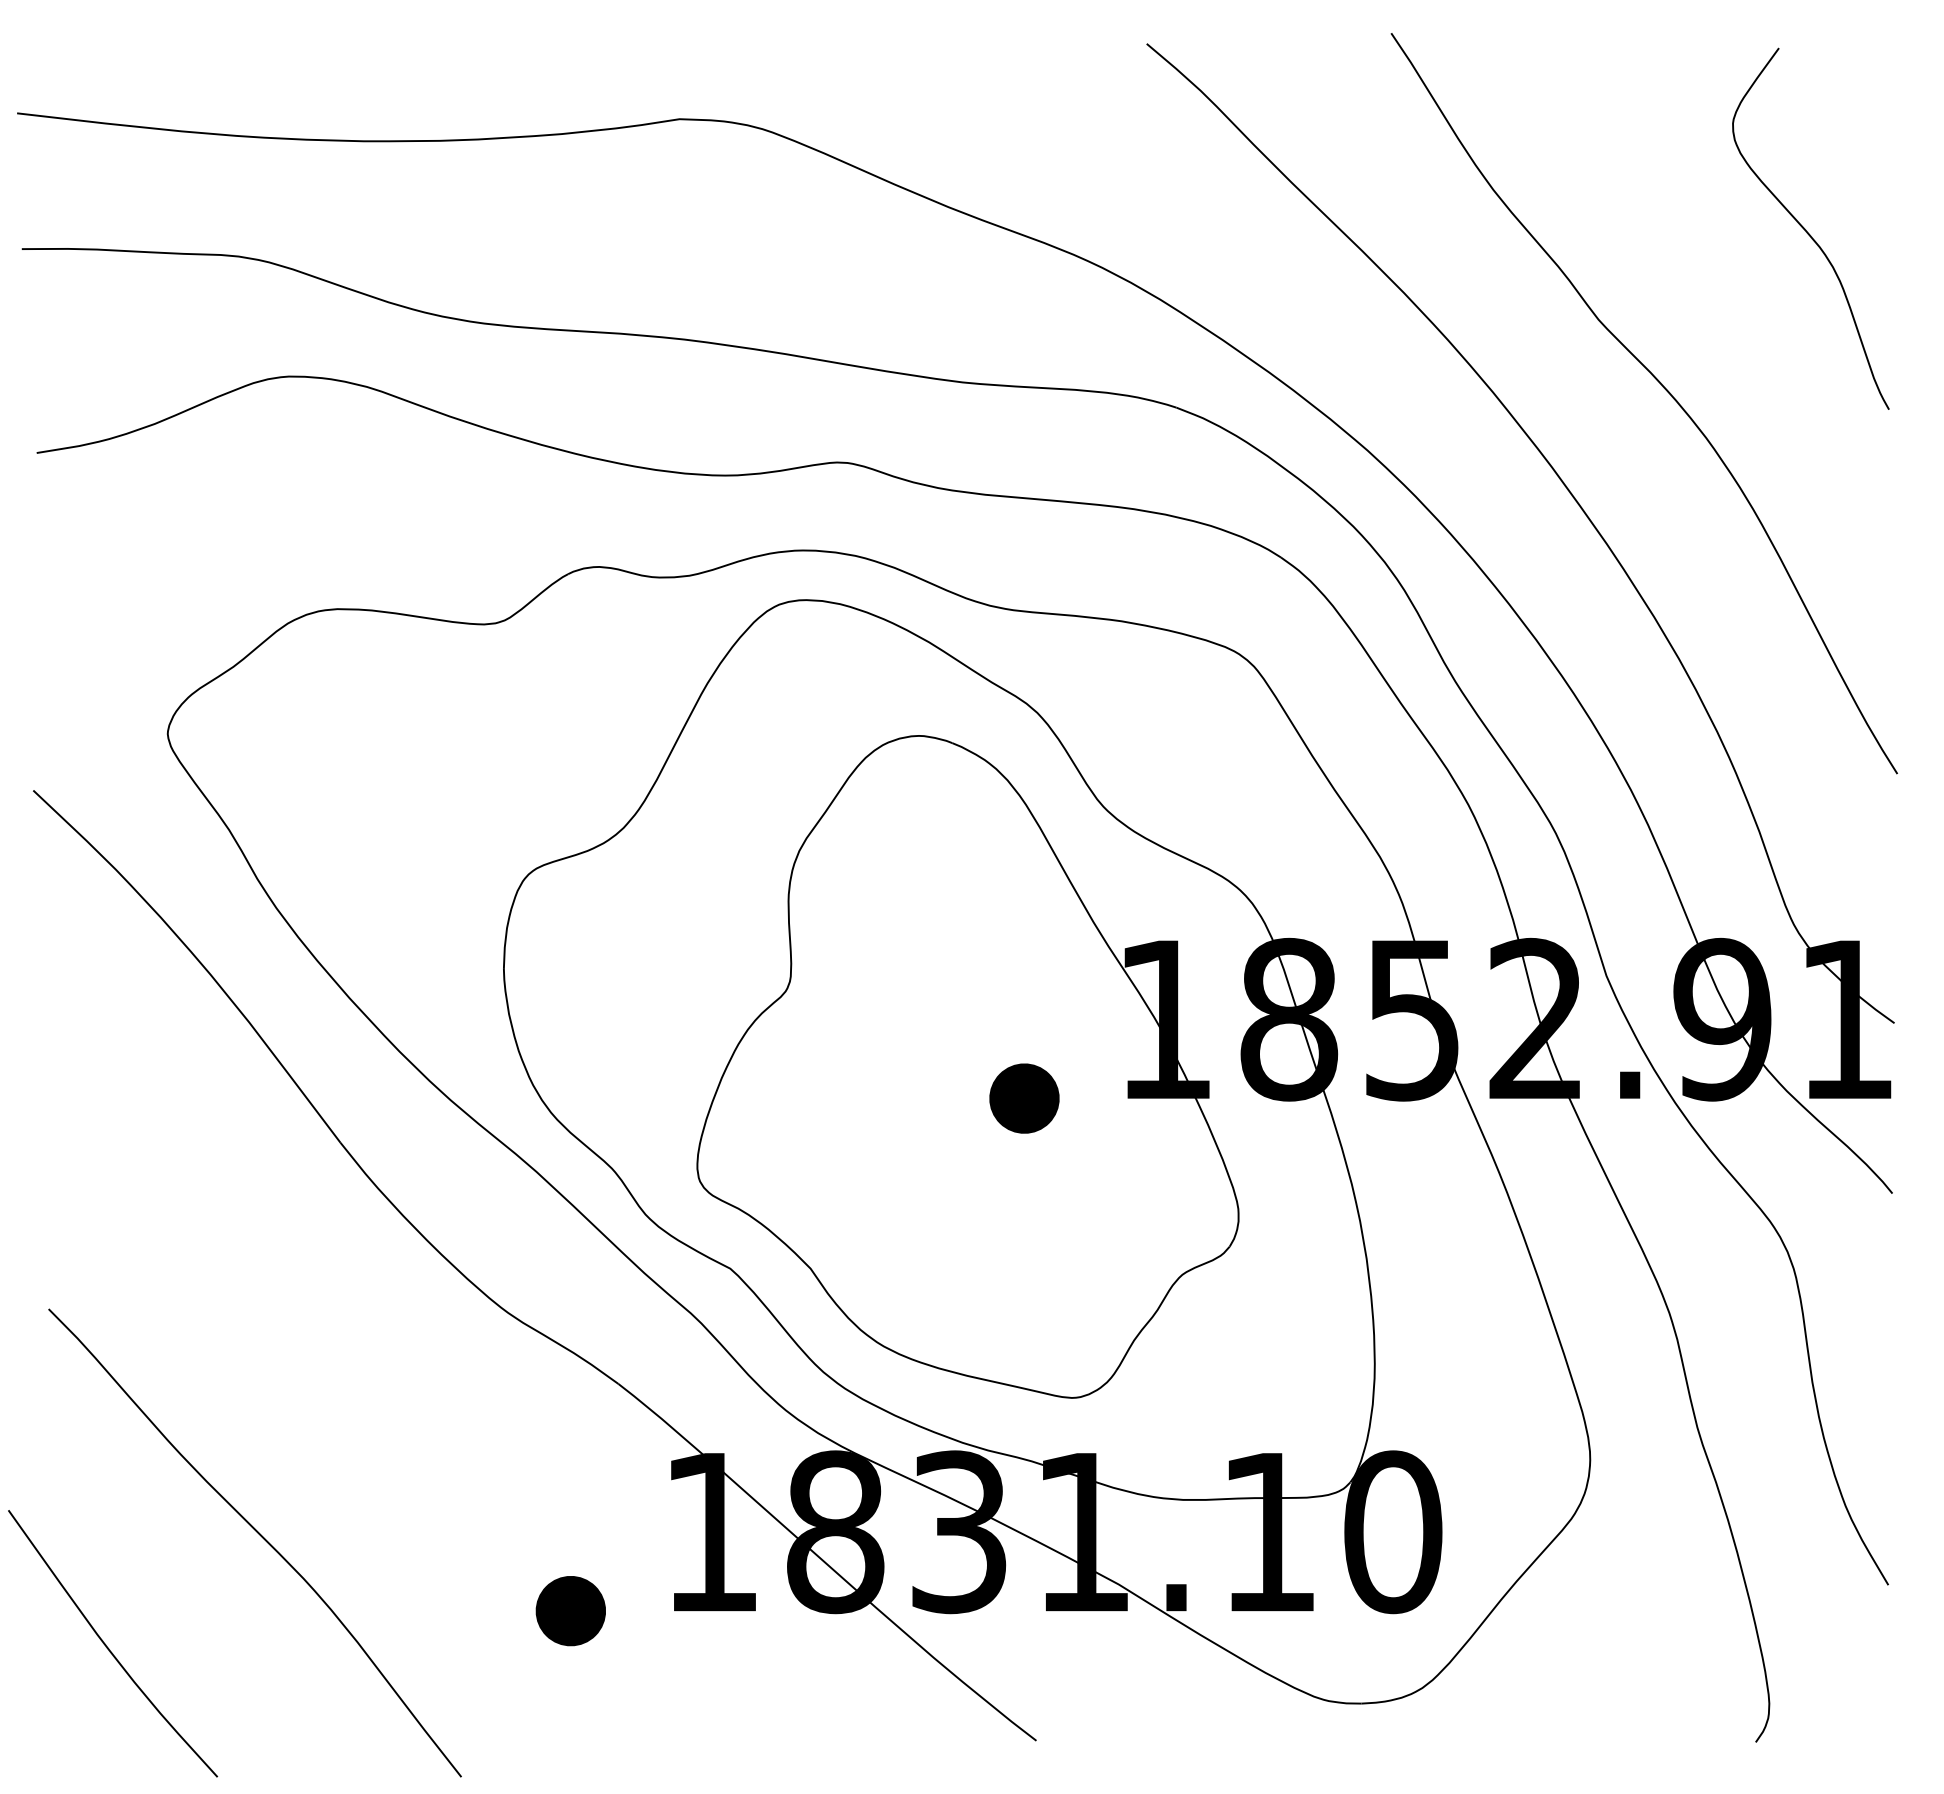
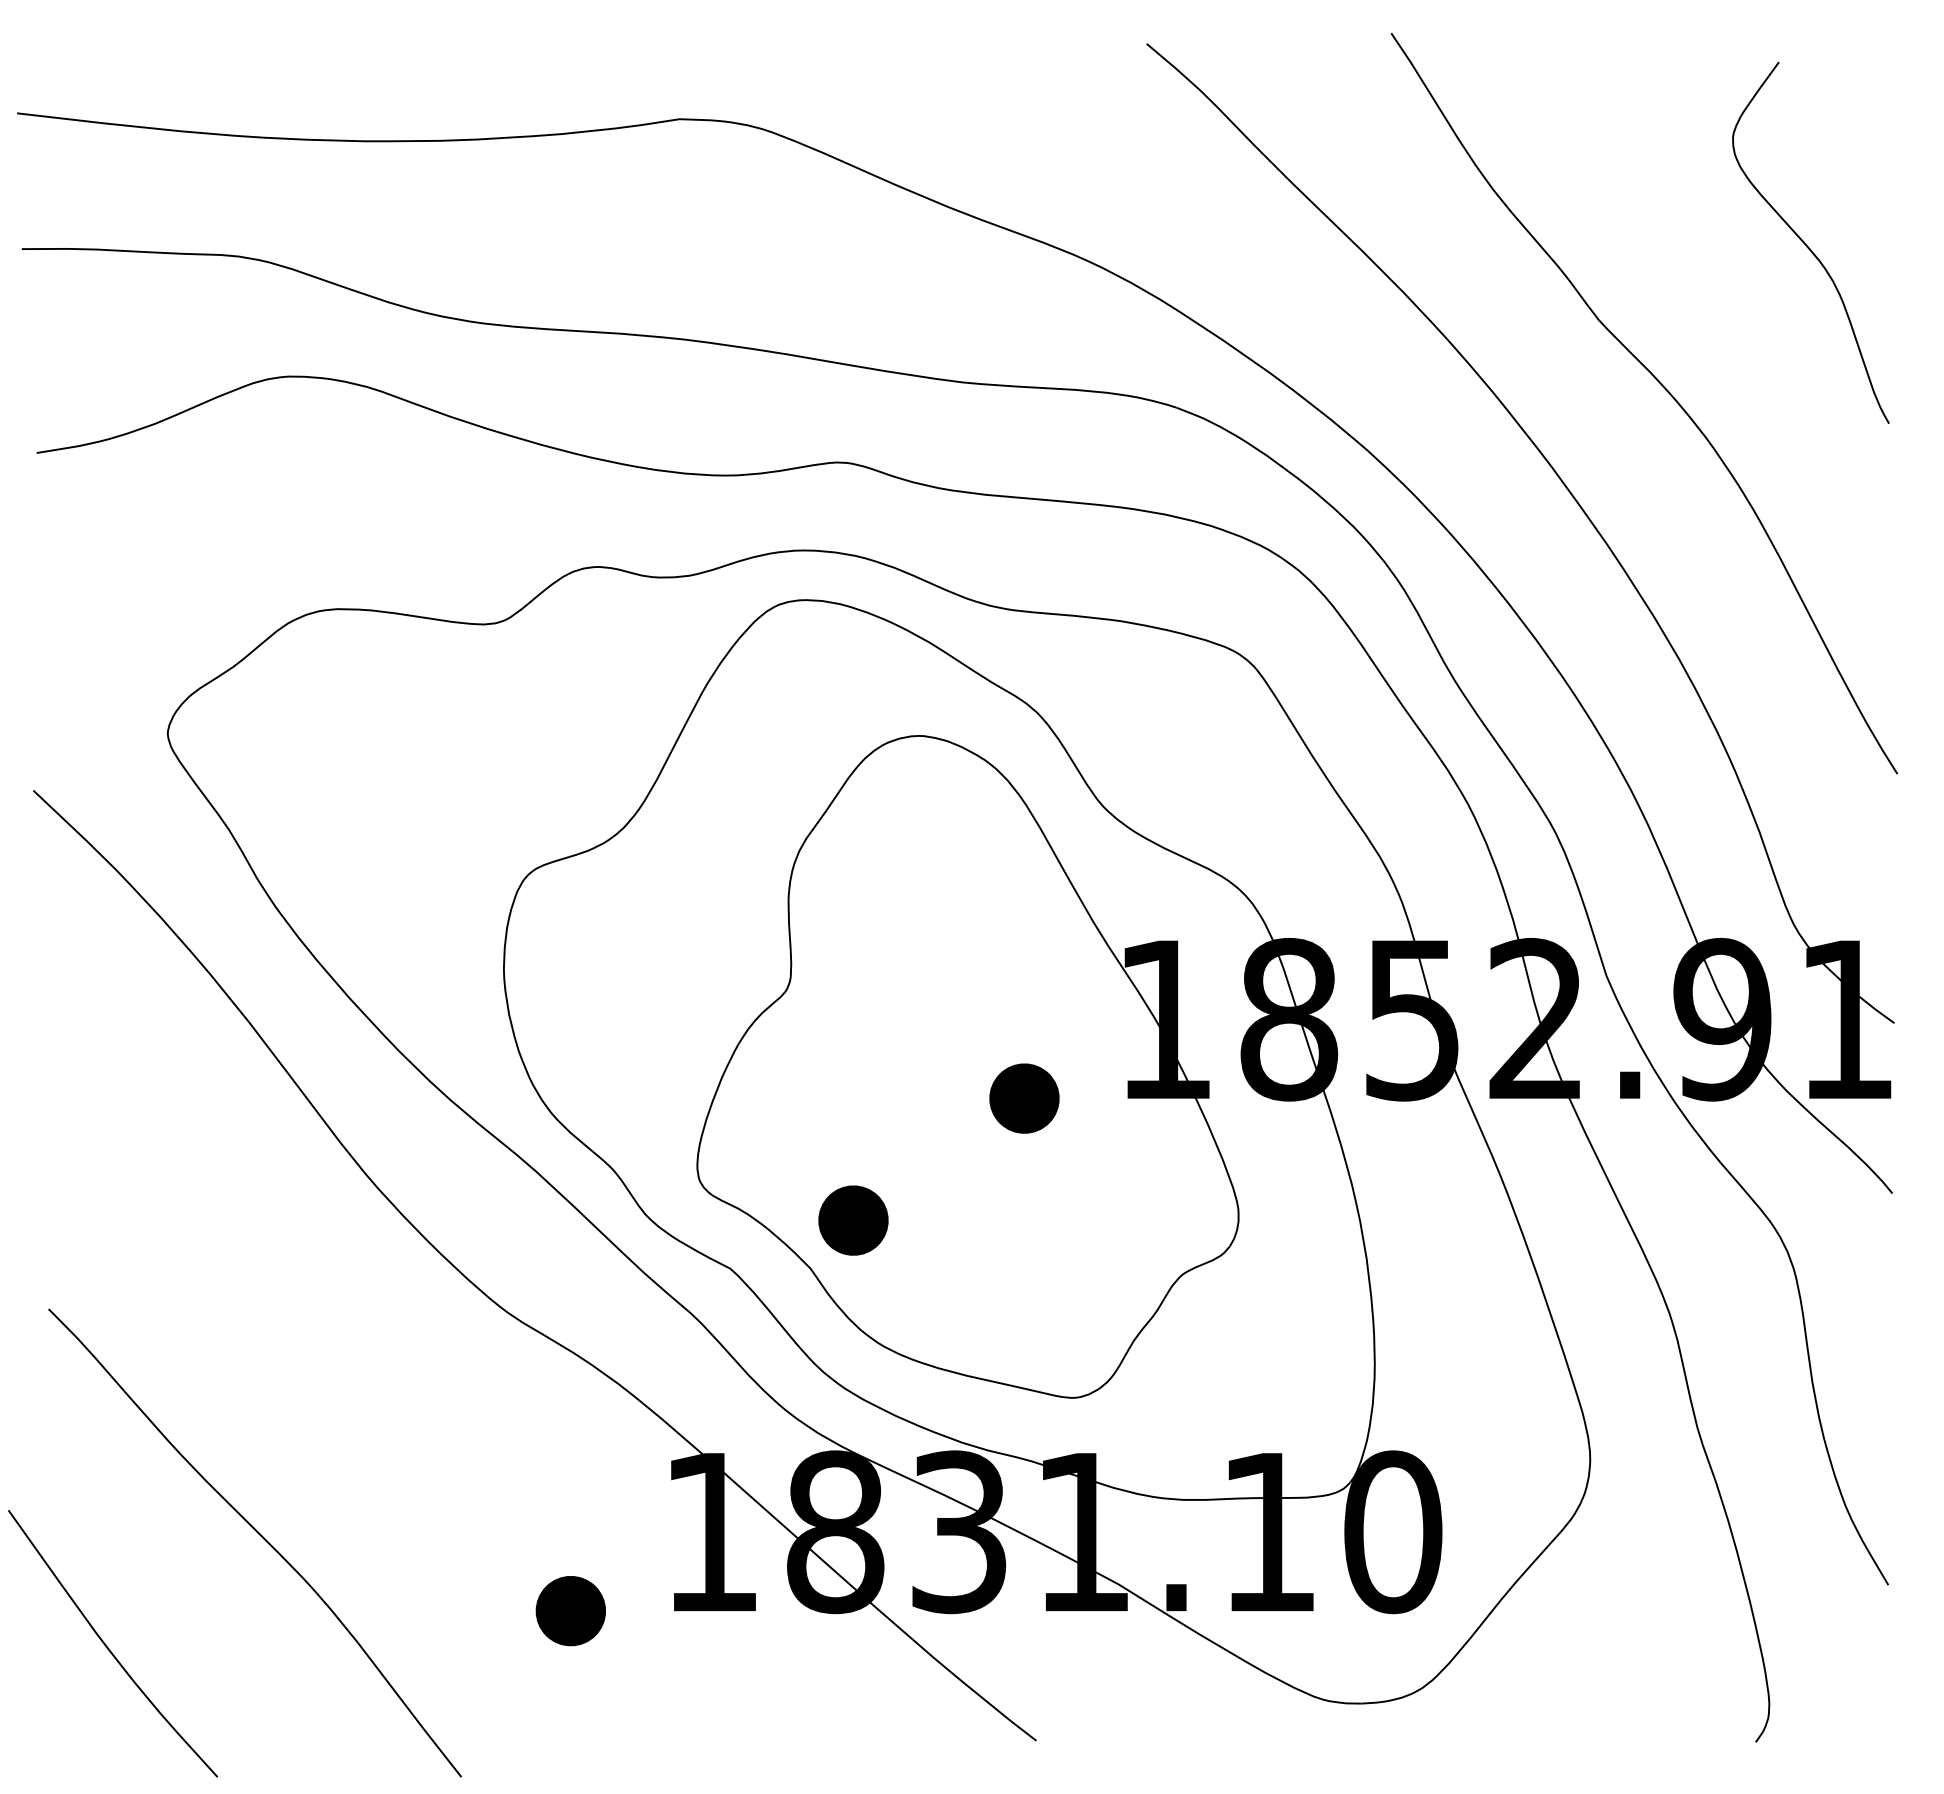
curve at (1807, 231) position: (1807, 231) -> (1807, 245)
part at (853, 1220): none -> present
